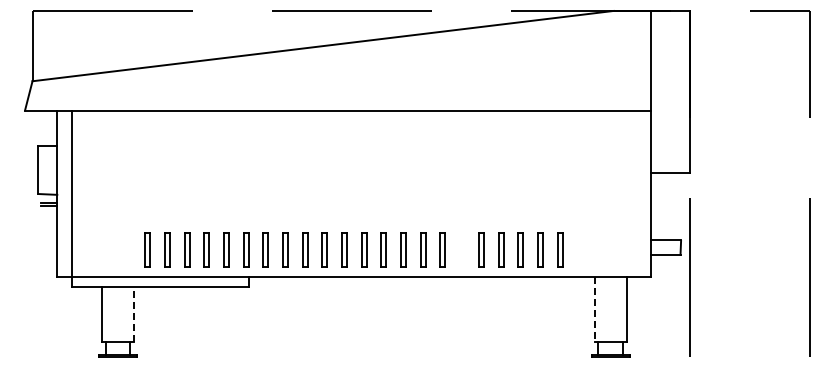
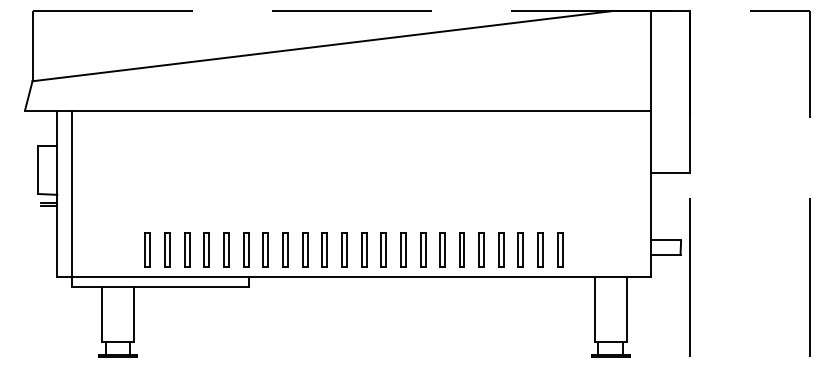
part at (461, 249): none -> present
line at (594, 310): dashed -> solid
line at (134, 314): dashed -> solid
